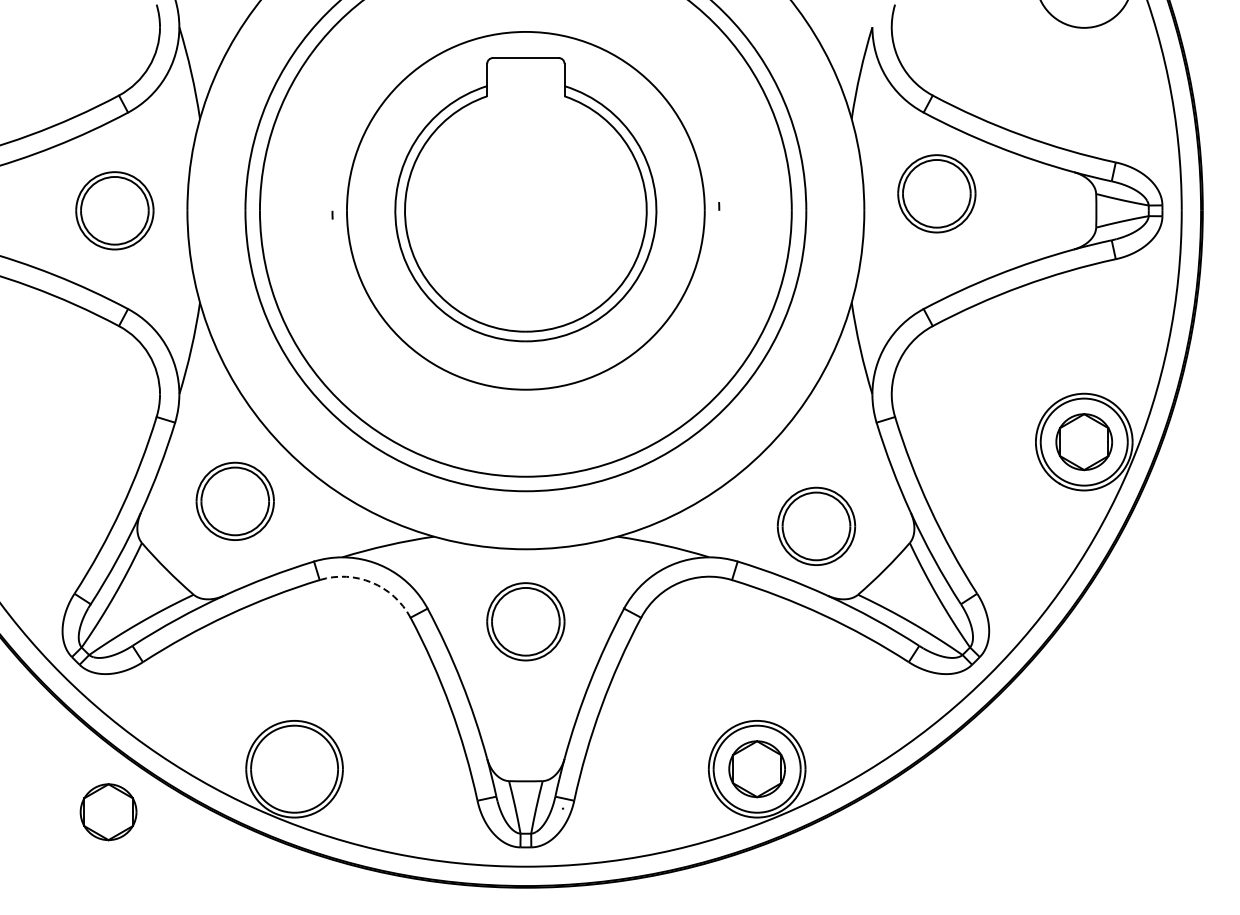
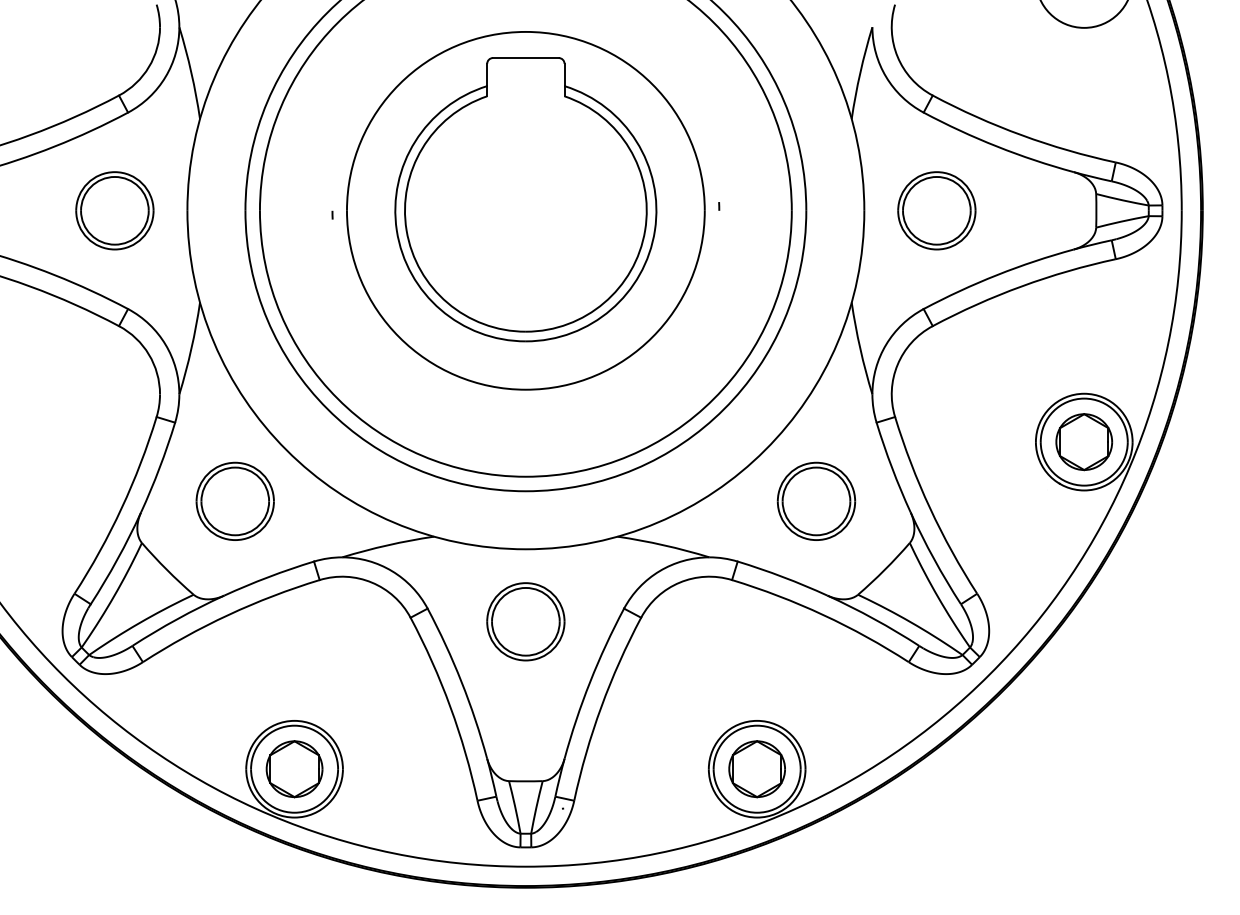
part at (936, 193) position: (936, 193) -> (936, 210)
part at (816, 525) position: (816, 525) -> (816, 500)
arc at (371, 582): dashed -> solid
part at (108, 812) position: (108, 812) -> (294, 769)
